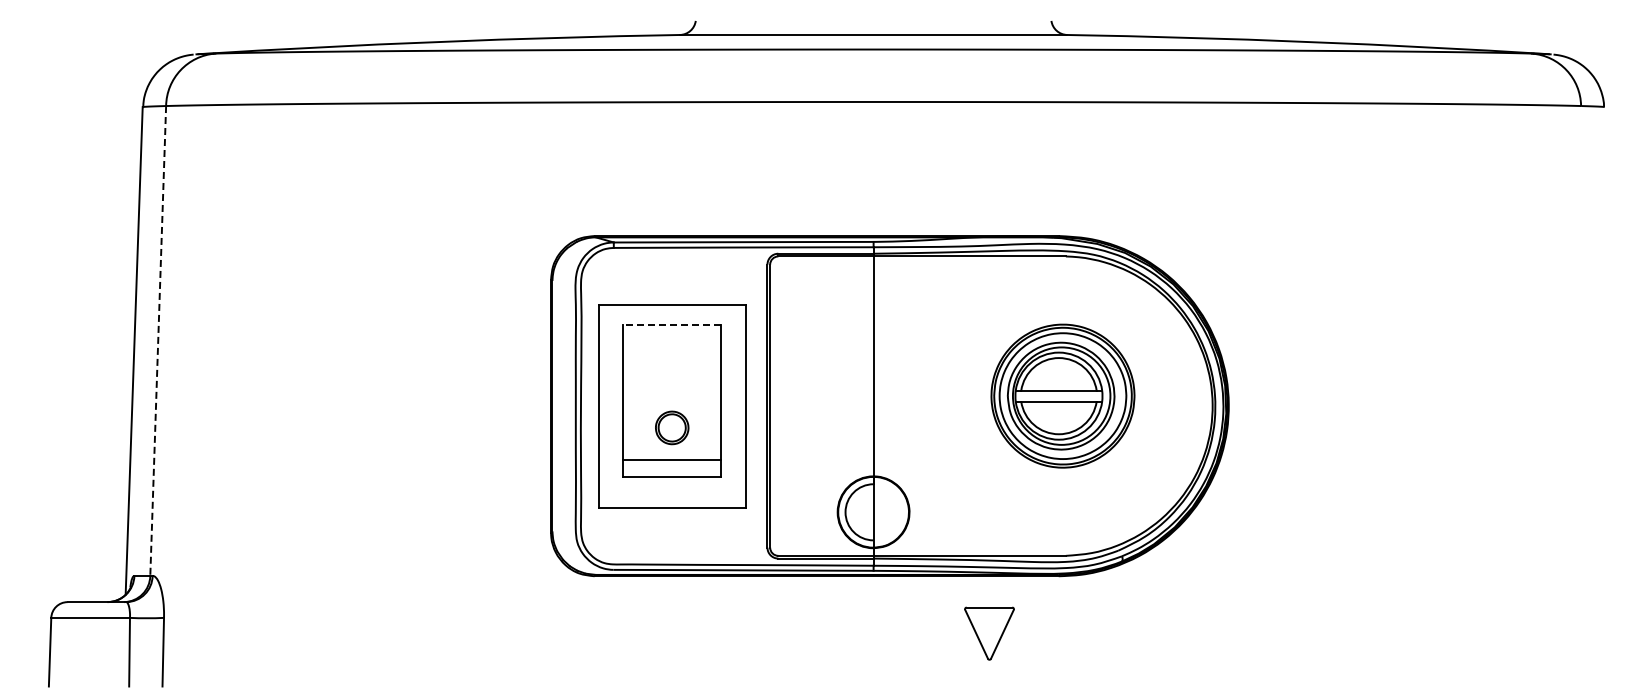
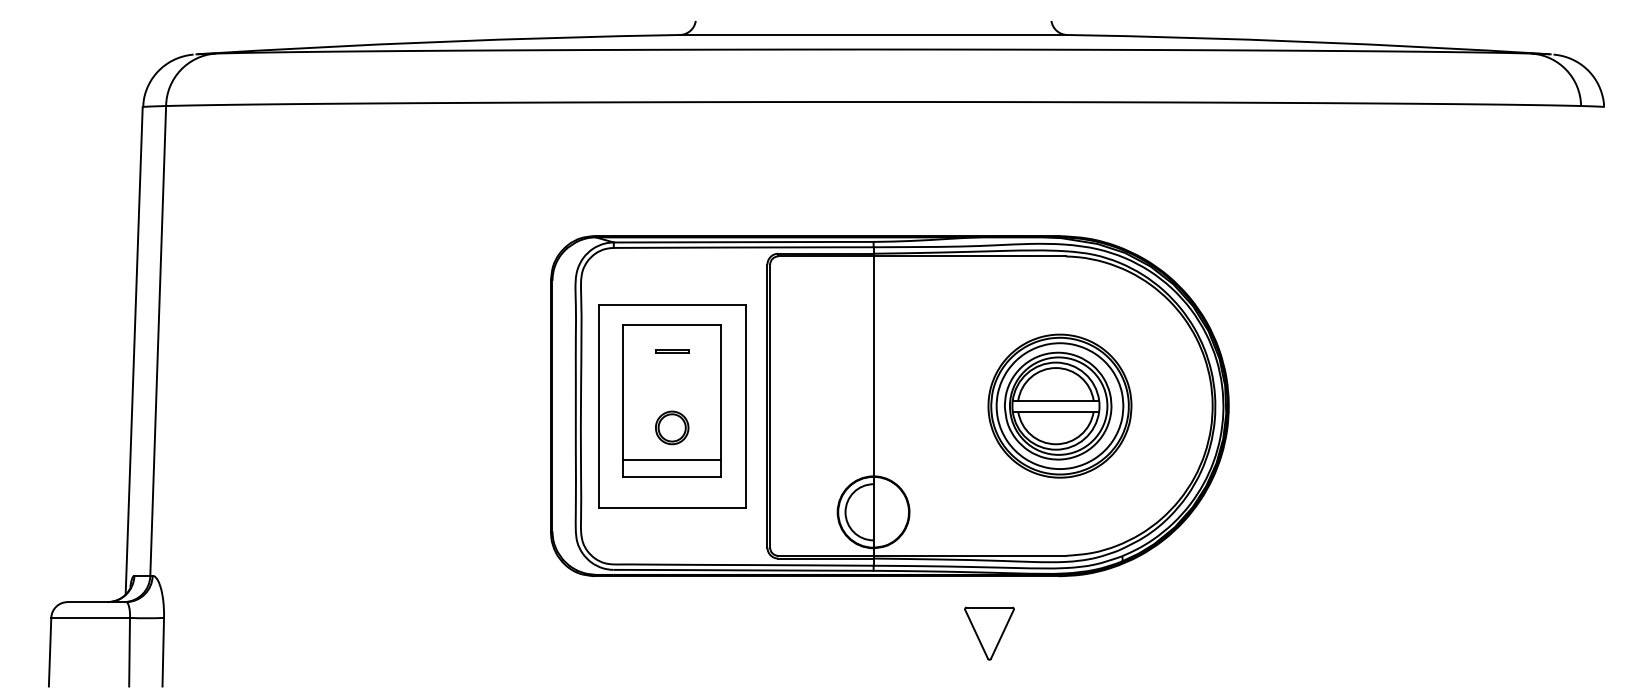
line at (672, 325): dashed -> solid
line at (158, 341): dashed -> solid
line at (672, 350): none -> present
part at (1062, 395) position: (1062, 395) -> (1059, 405)
